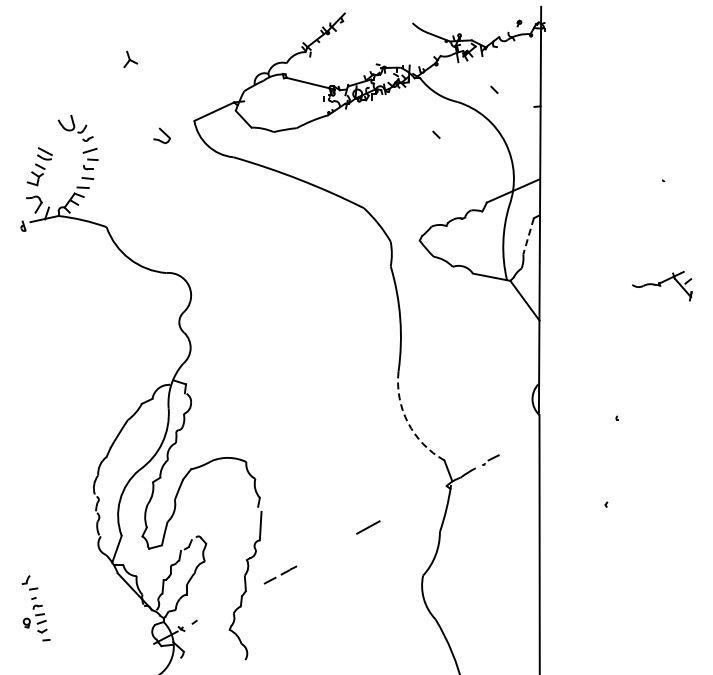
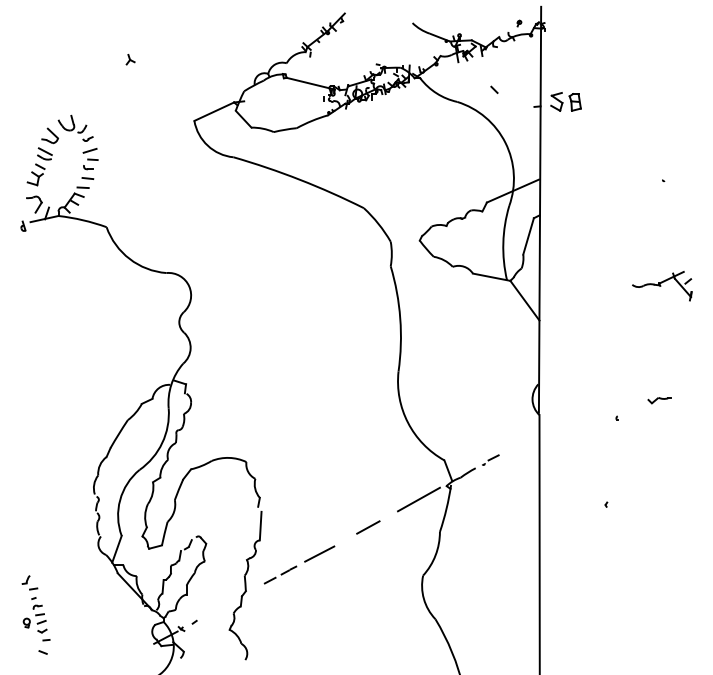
part at (130, 59) size: 16x19 px -> 11x12 px
part at (565, 101): none -> present
line at (436, 134): present -> none
part at (161, 135) position: (161, 135) -> (49, 135)
line at (528, 236): dashed -> solid
part at (659, 400): none -> present
arc at (408, 422): dashed -> solid
line at (418, 499): none -> present
line at (319, 553): none -> present
line at (42, 652): none -> present
